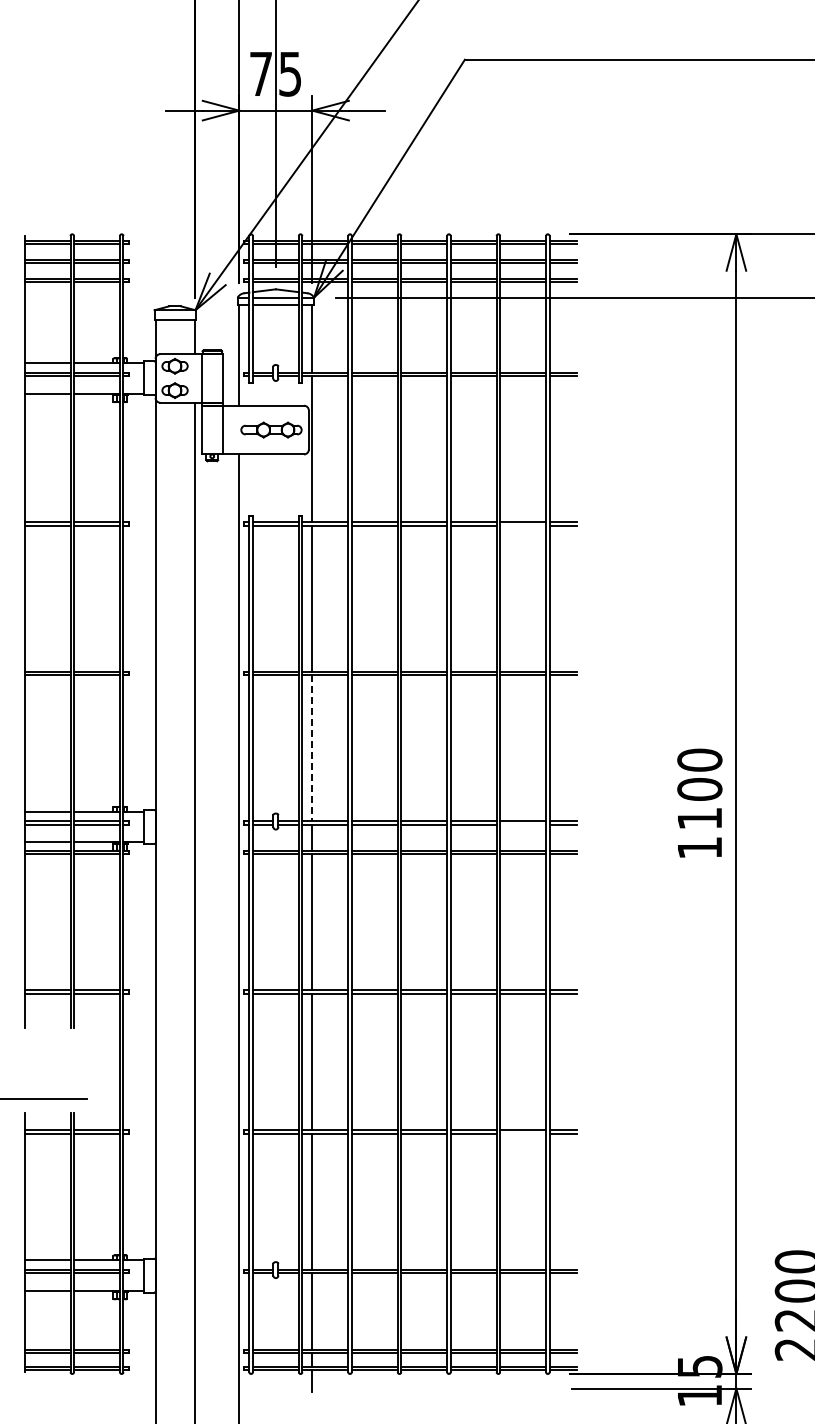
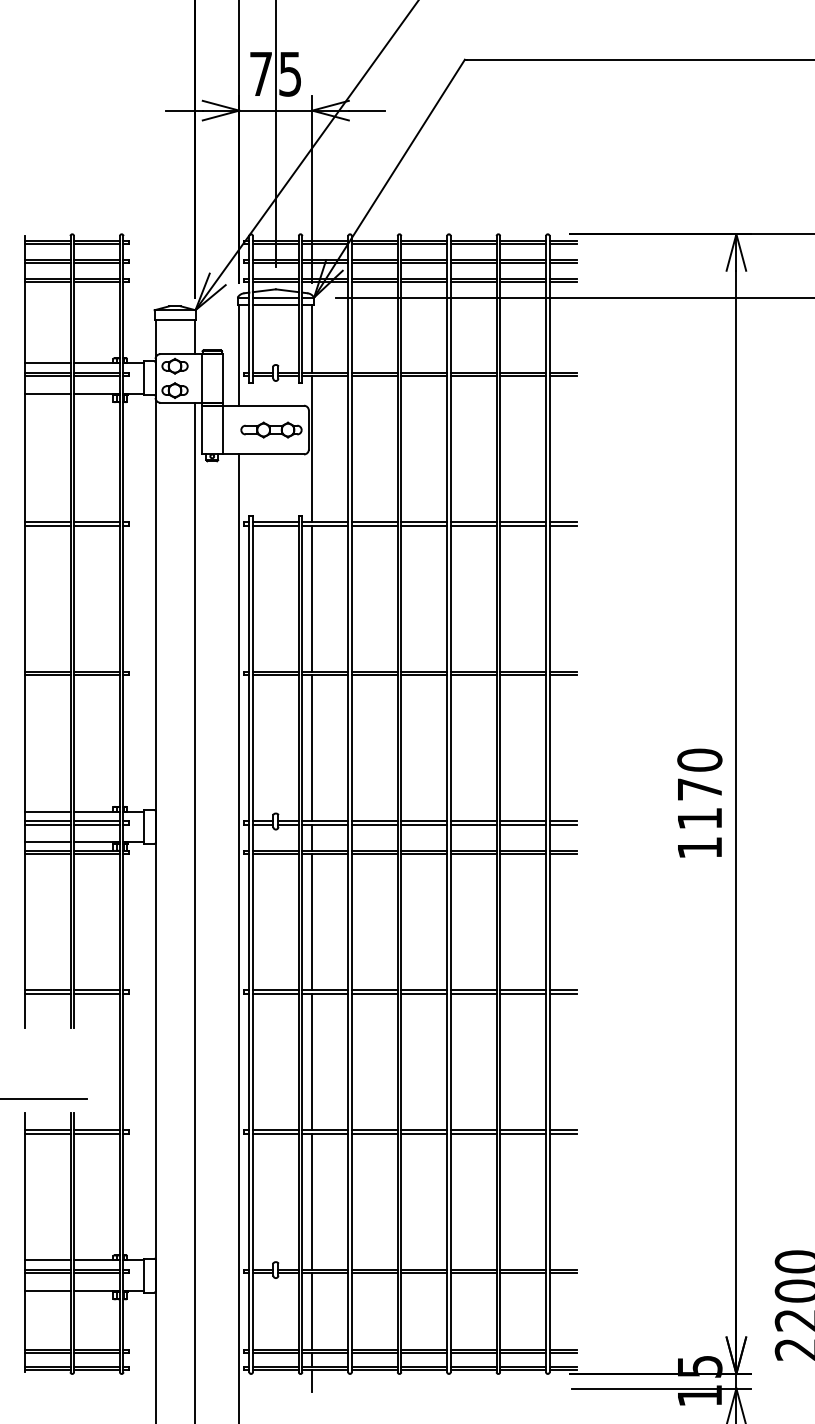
line at (523, 525): none -> present
line at (312, 748): dashed -> solid
text at (699, 789): 1100 -> 1170
line at (523, 824): none -> present
line at (523, 1133): none -> present
